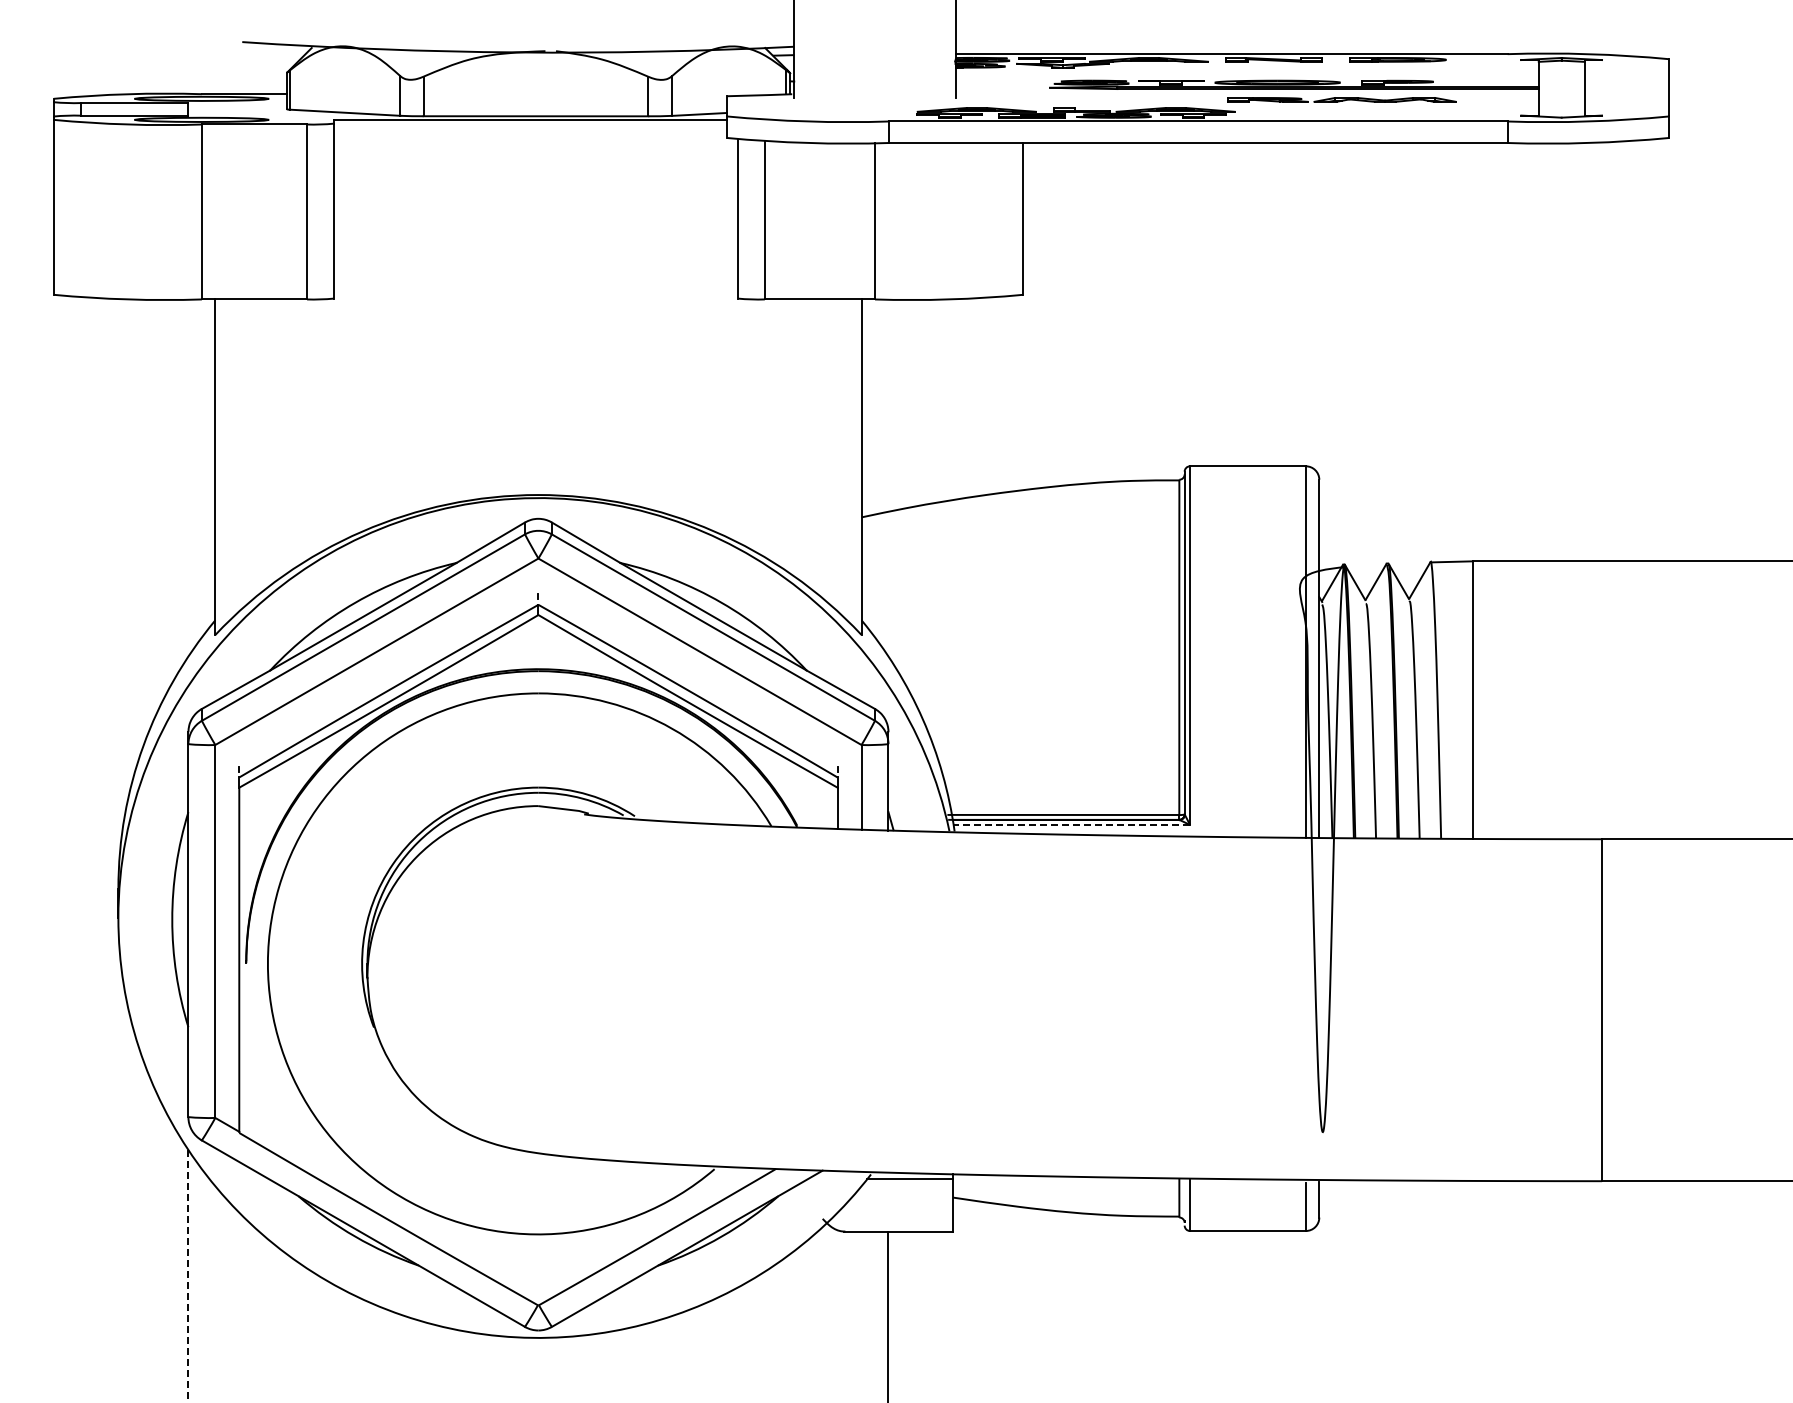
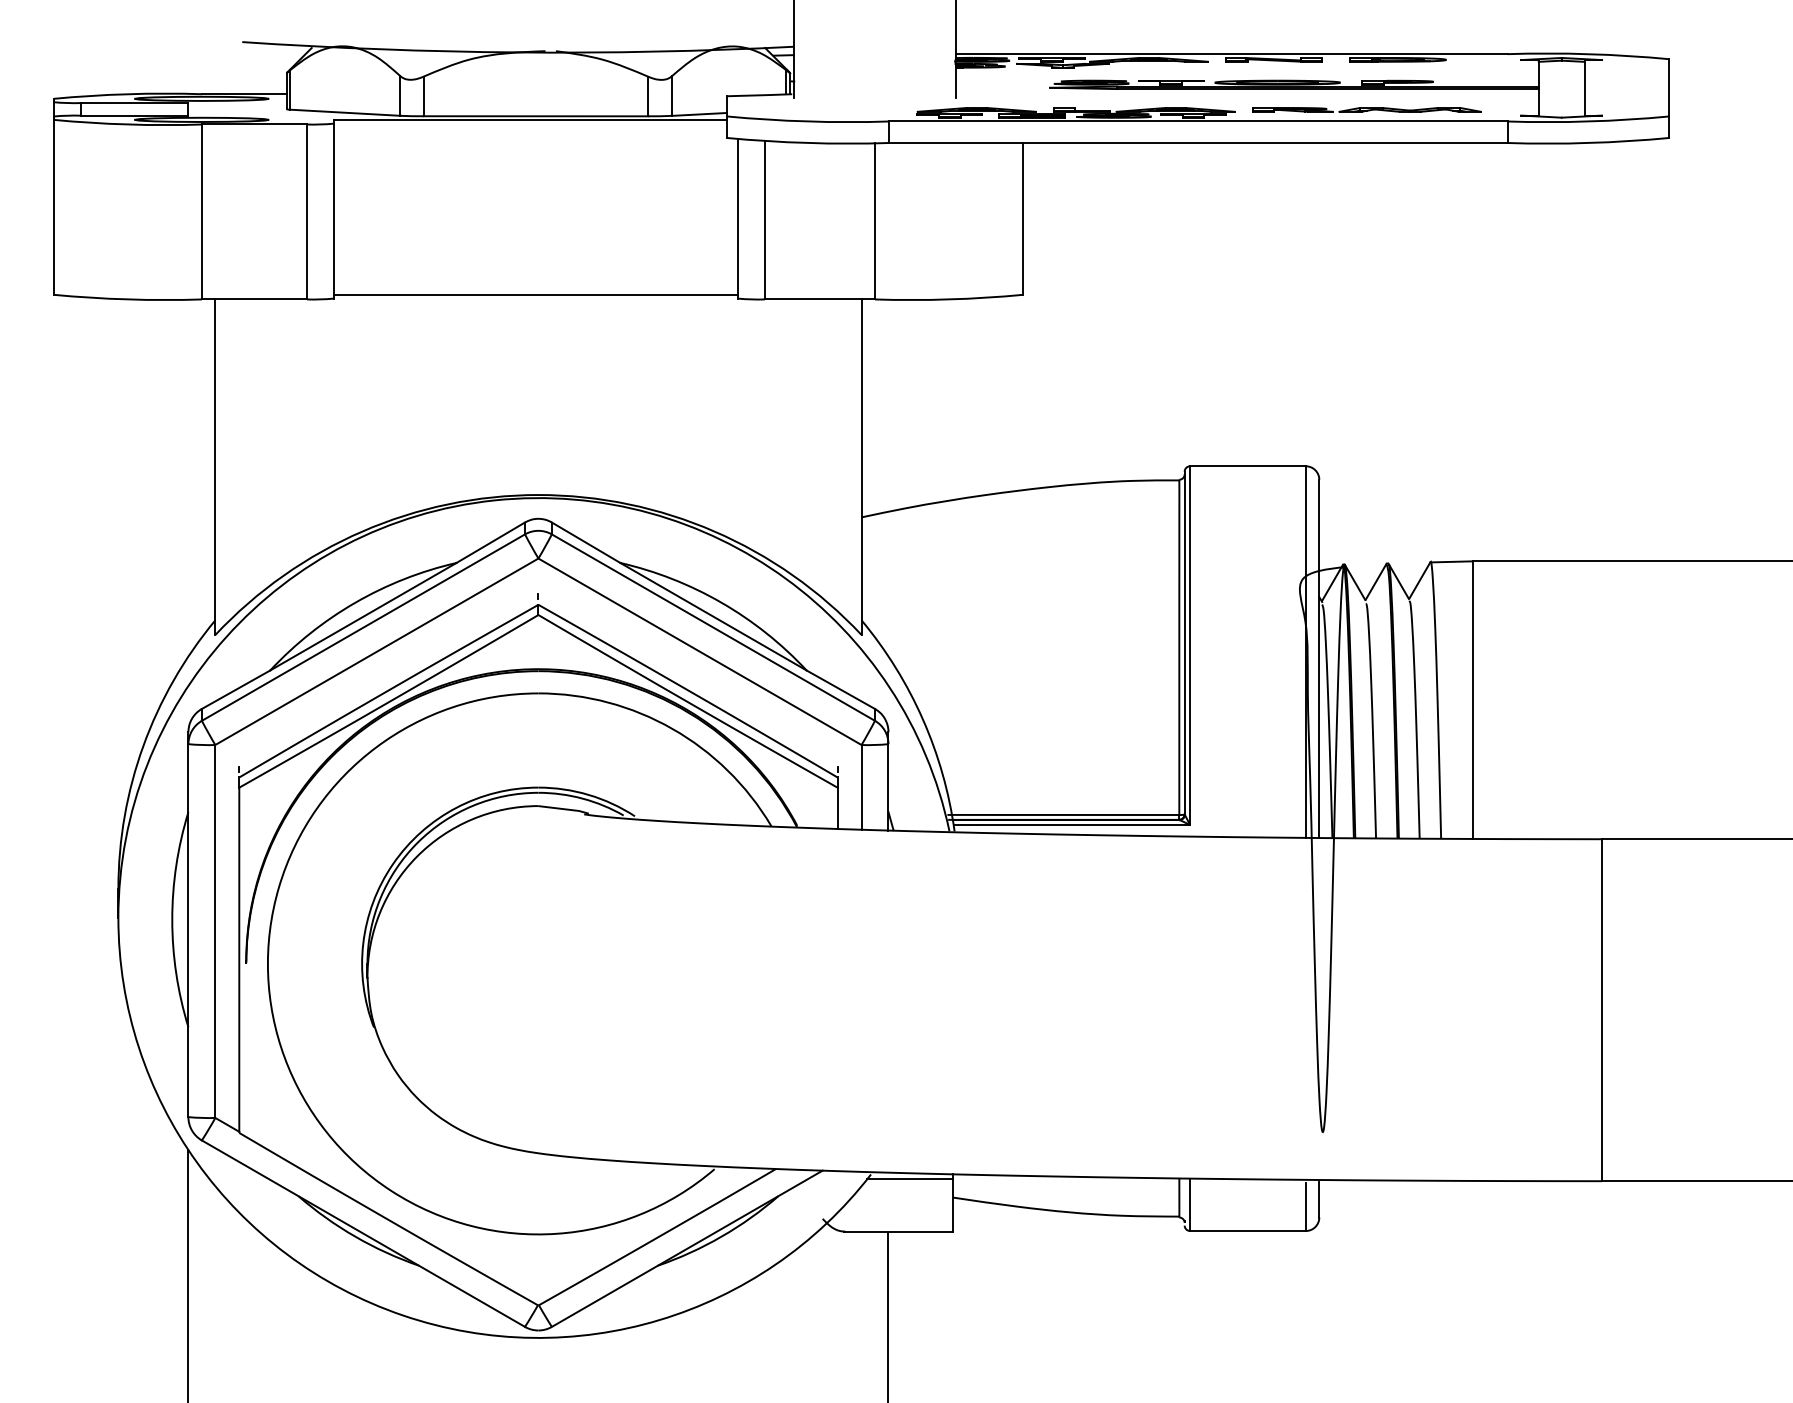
part at (1341, 99) position: (1341, 99) -> (1366, 109)
line at (535, 295): none -> present
line at (1071, 825): dashed -> solid
line at (188, 1276): dashed -> solid
